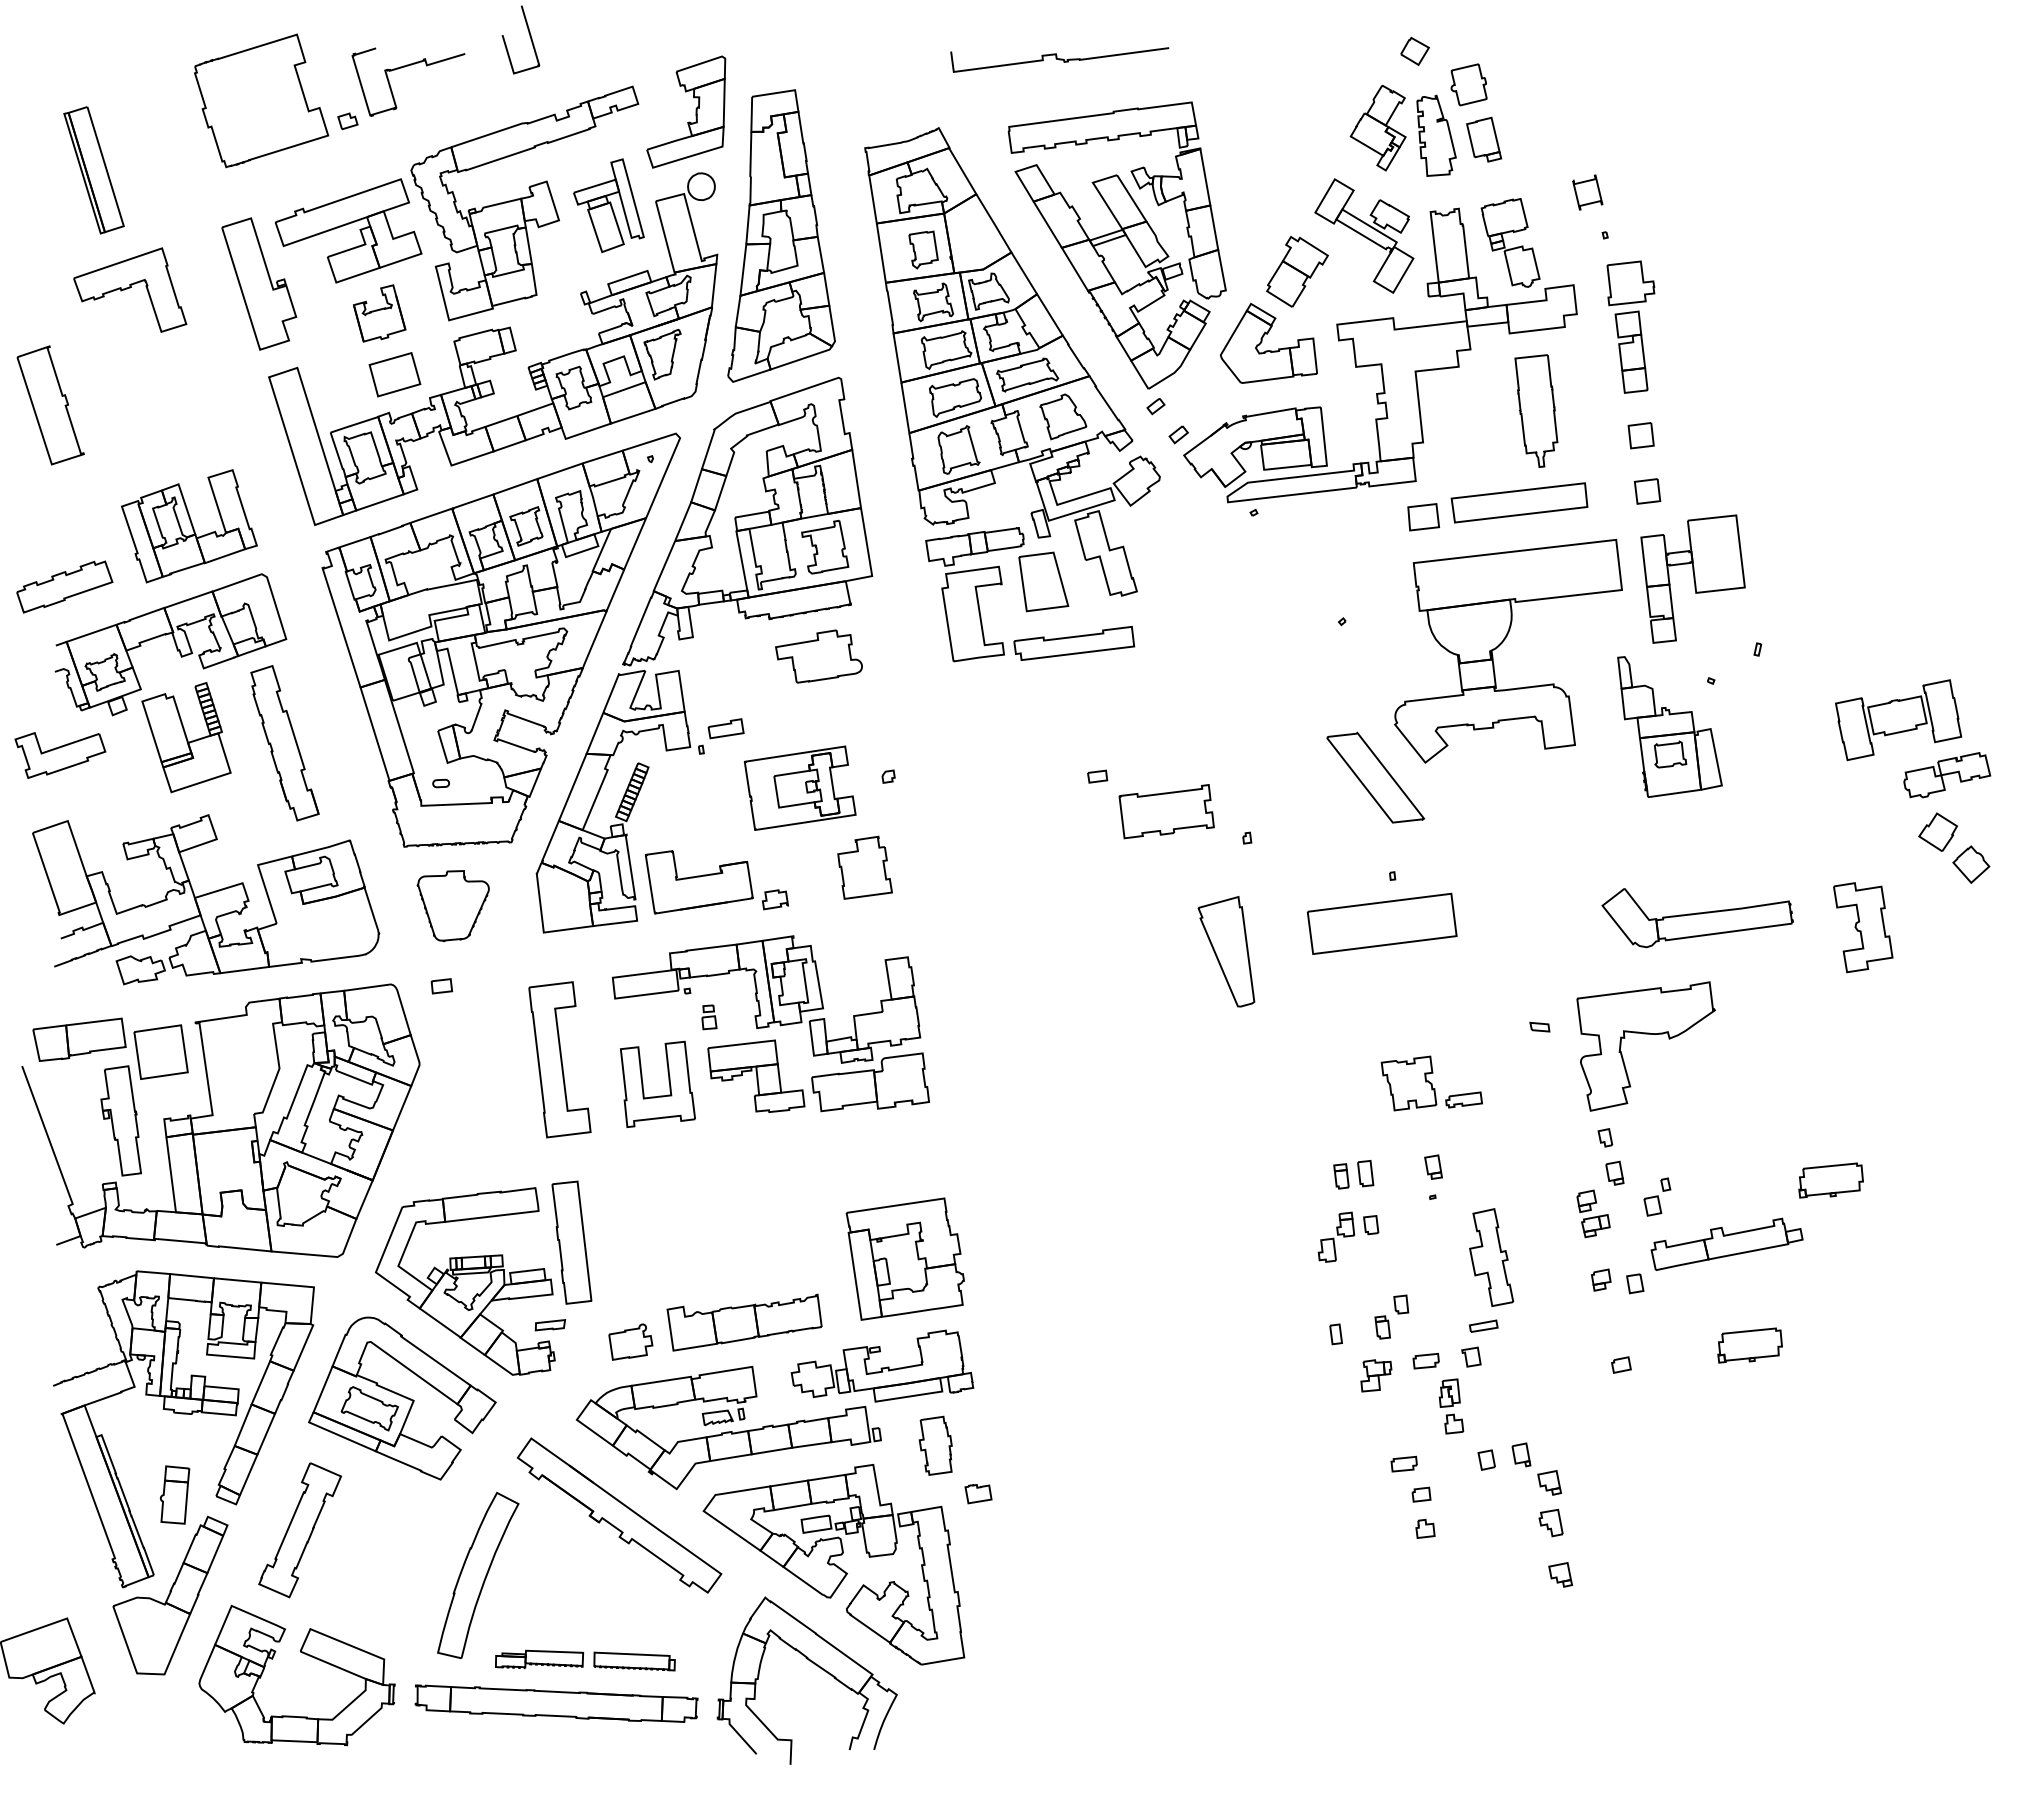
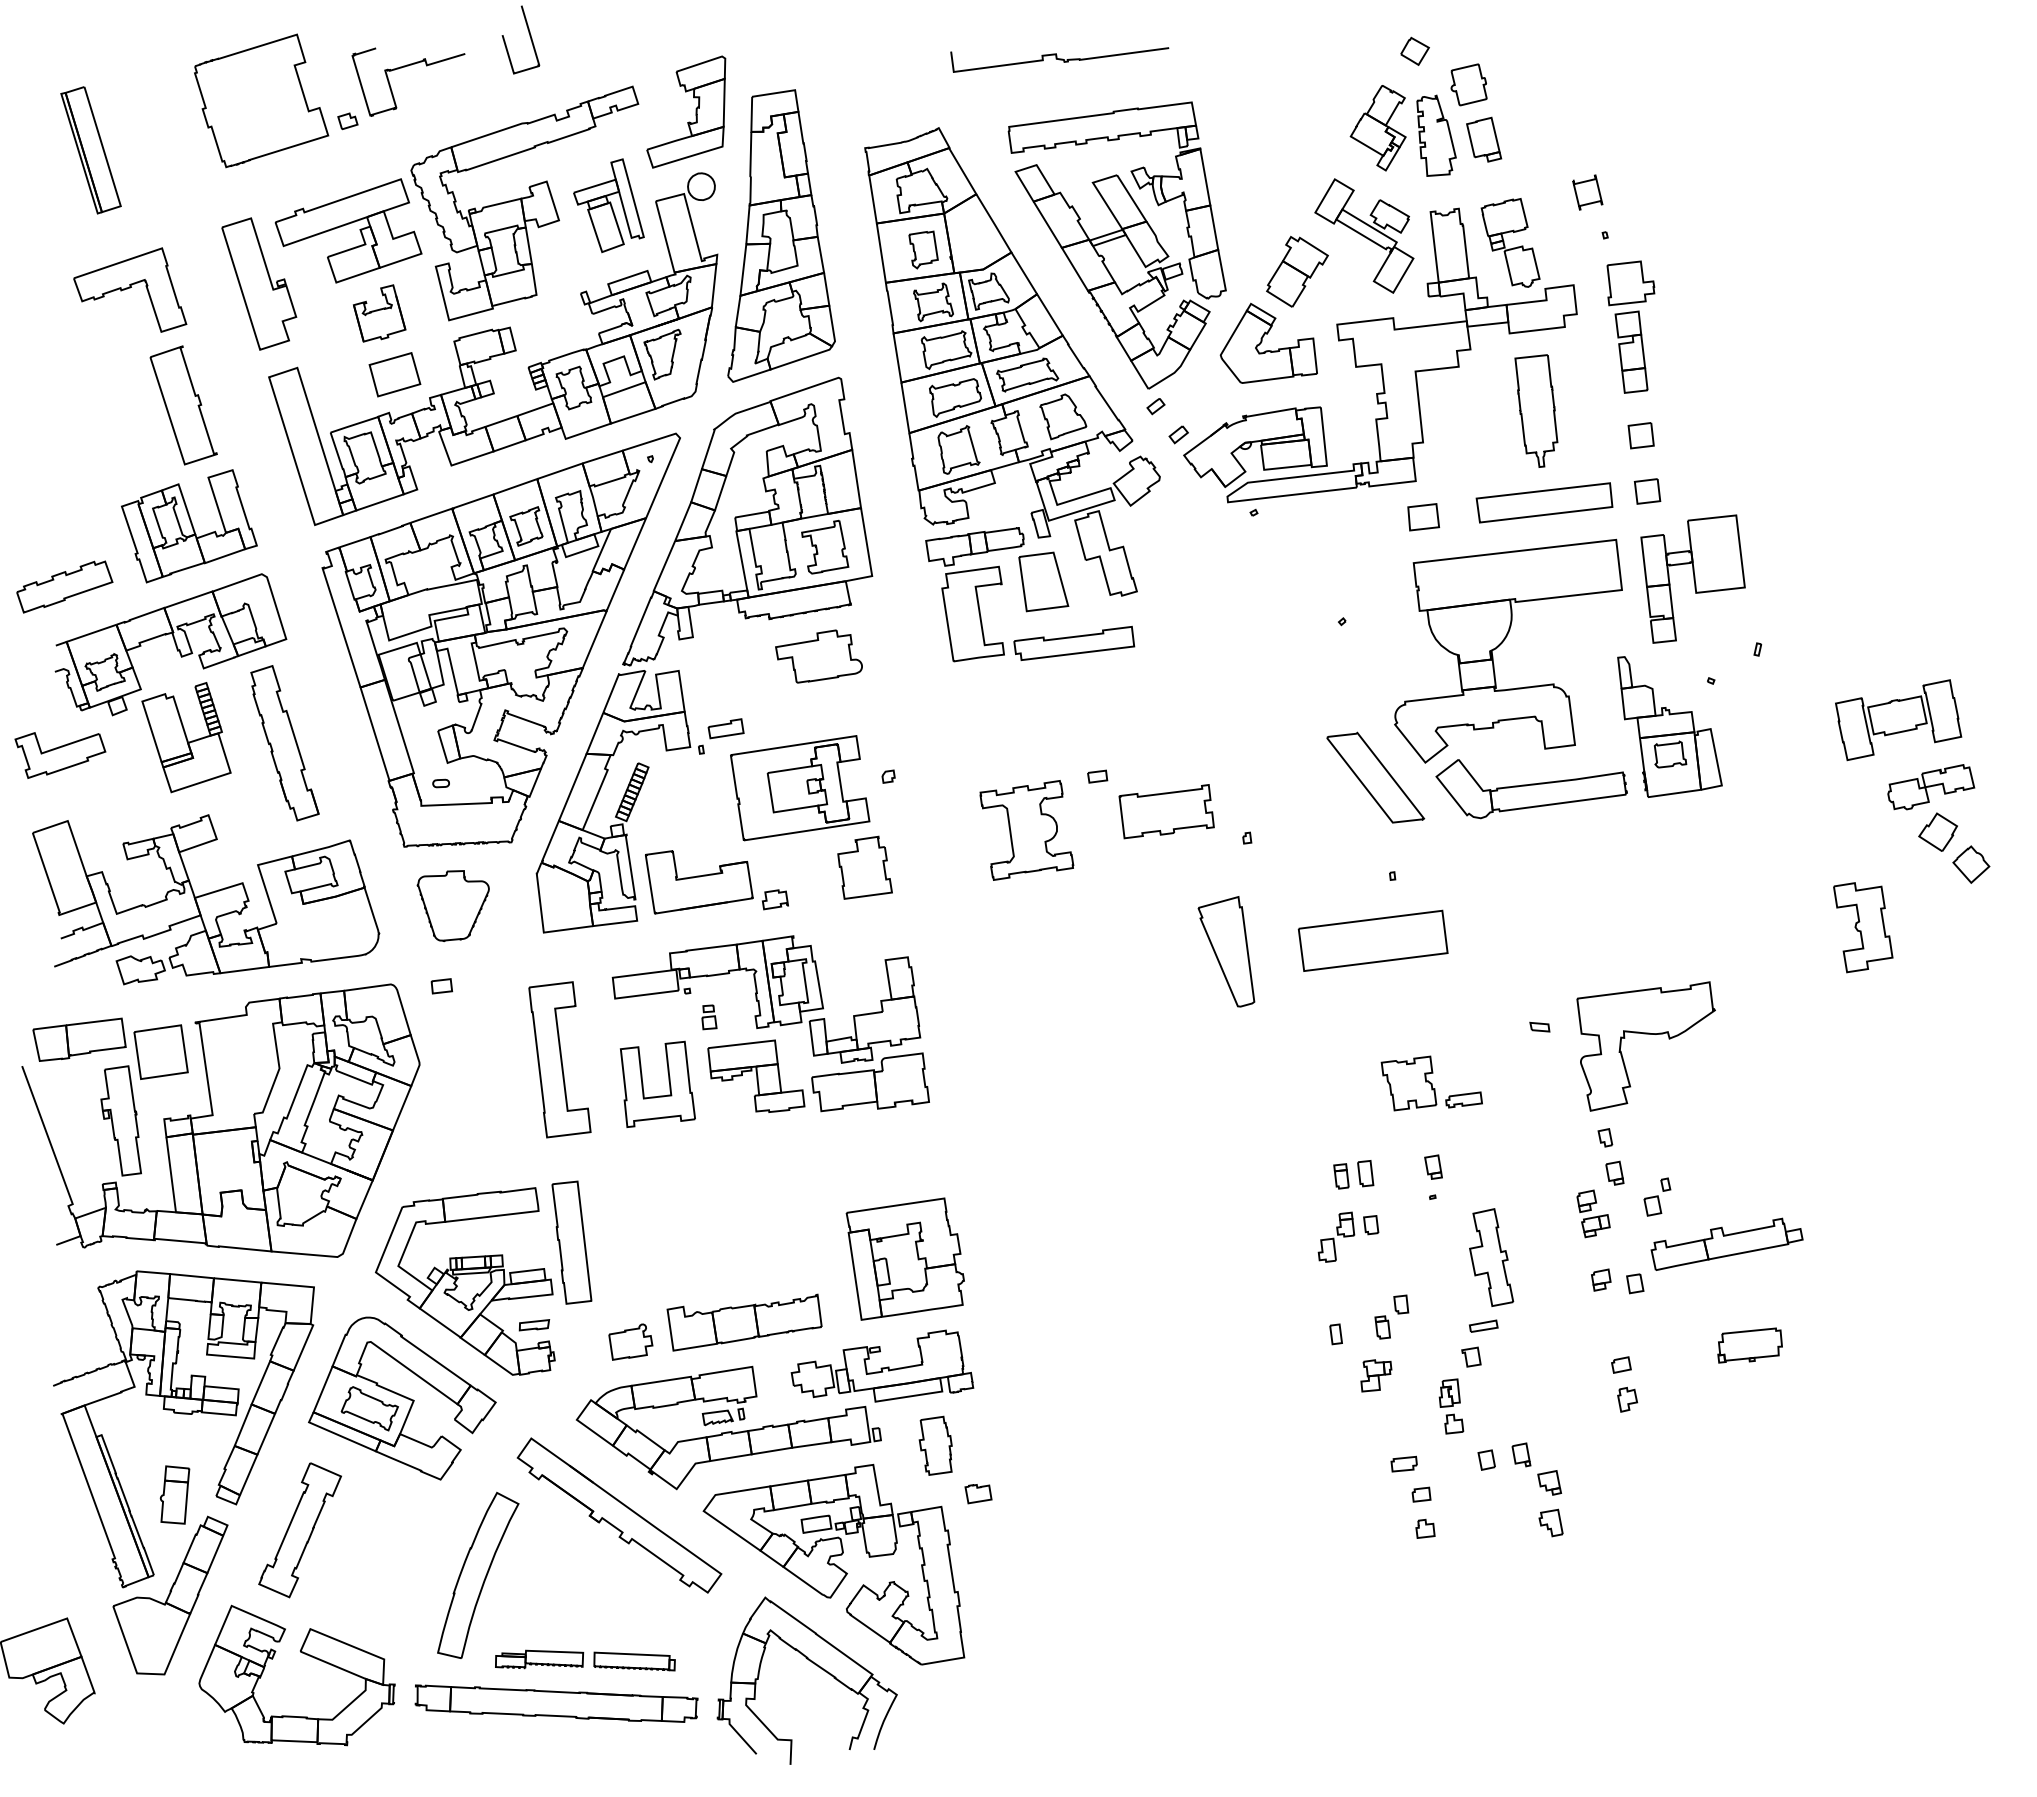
part at (93, 170) position: (93, 170) -> (90, 150)
part at (50, 405) position: (50, 405) -> (183, 405)
part at (1519, 502) position: (1519, 502) -> (1544, 502)
part at (1947, 775) position: (1947, 775) -> (1931, 787)
part at (800, 787) size: 113x86 px -> 141x107 px
part at (1026, 830): none -> present
part at (1697, 918) position: (1697, 918) -> (1531, 789)
part at (1381, 923) position: (1381, 923) -> (1372, 940)
part at (1830, 1180): present -> none
part at (550, 1325) position: (550, 1325) -> (534, 1325)
part at (1425, 1360): present -> none
part at (1627, 1399): none -> present
part at (1560, 1574): present -> none
